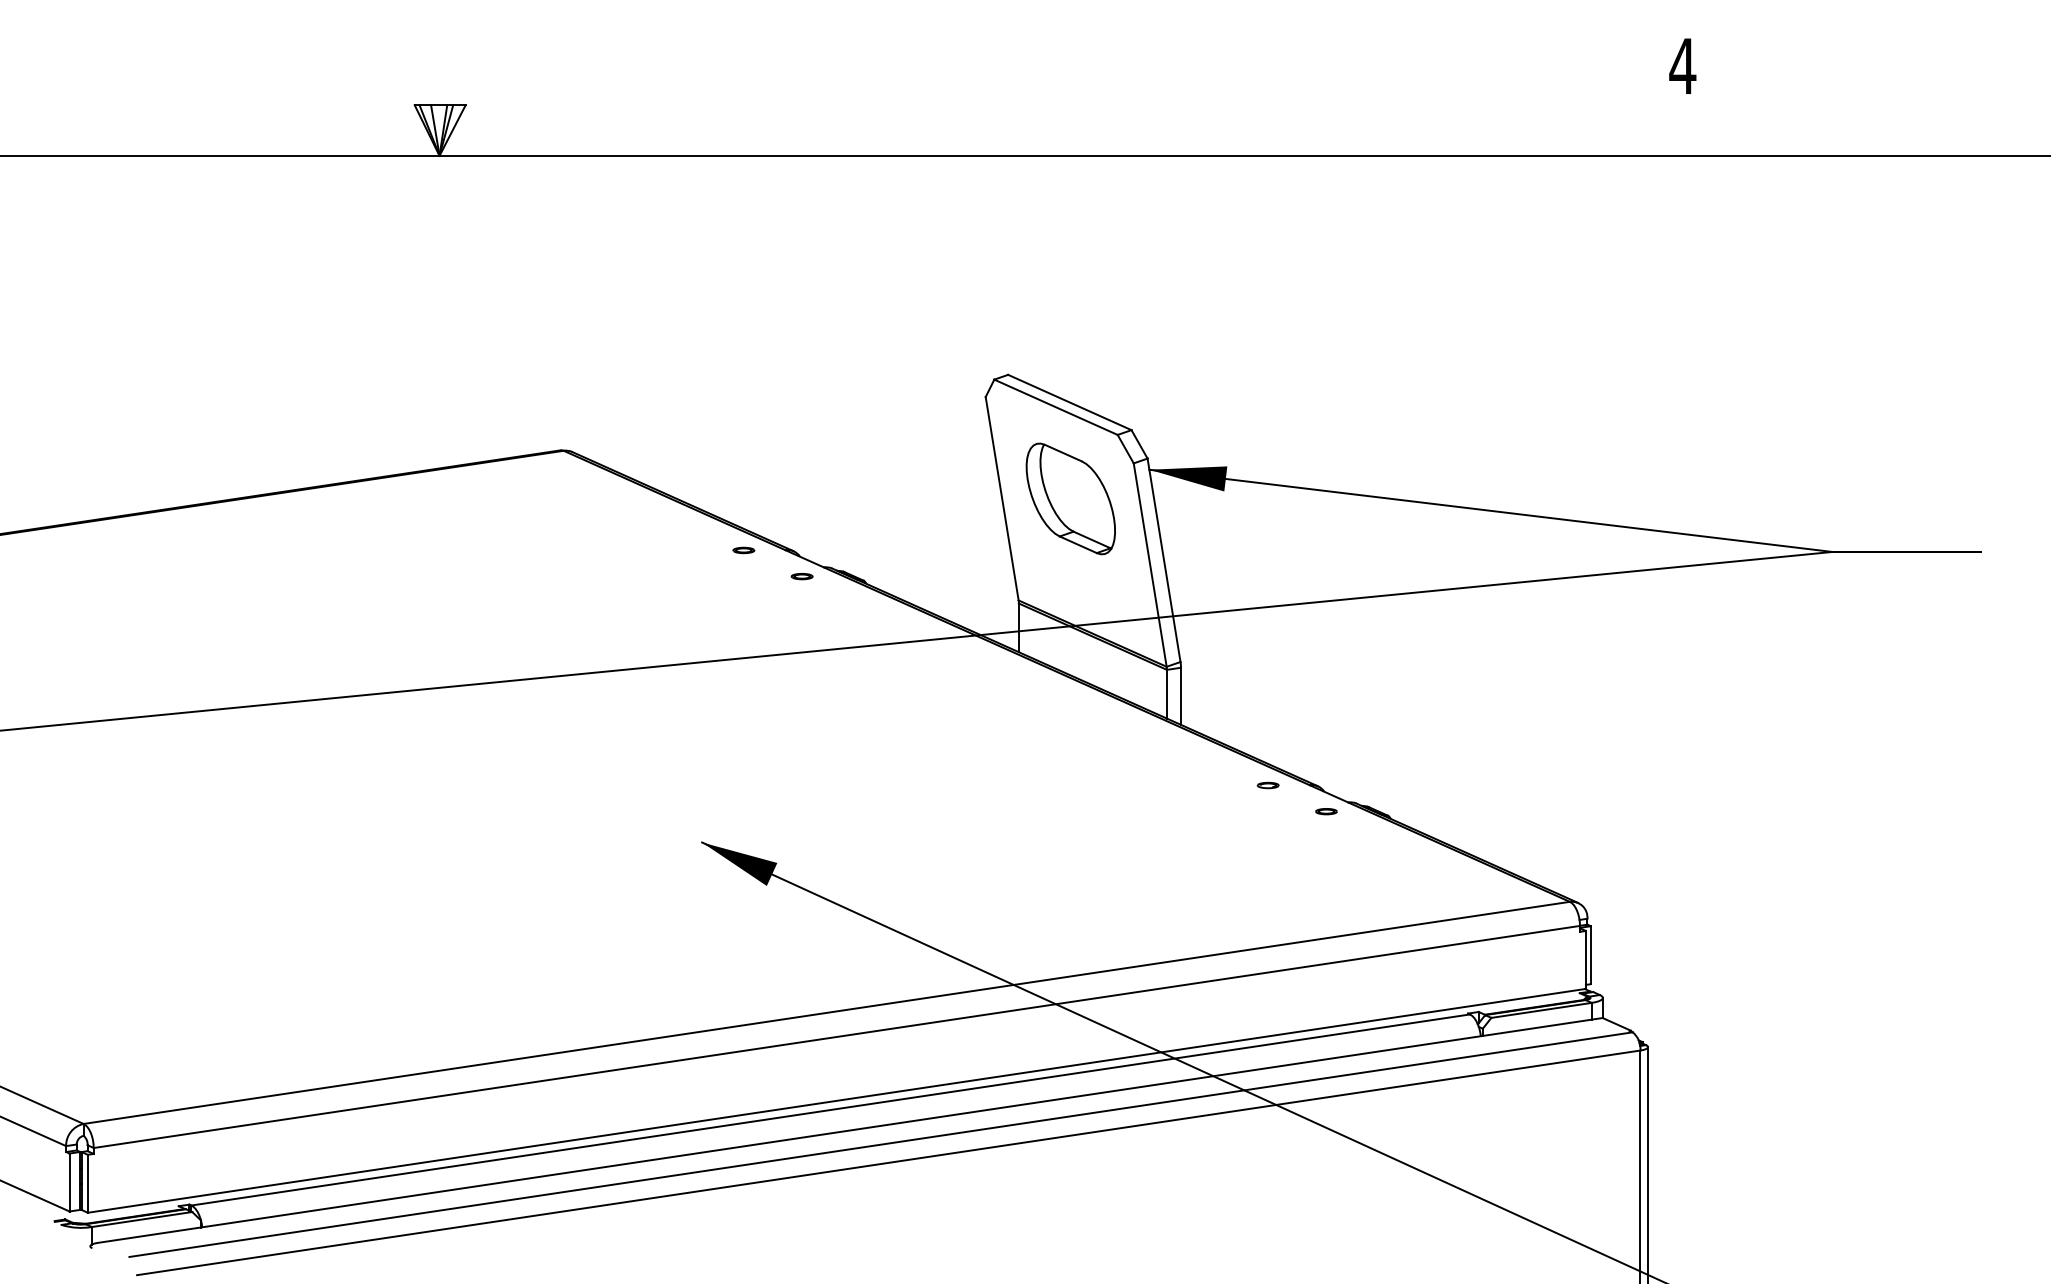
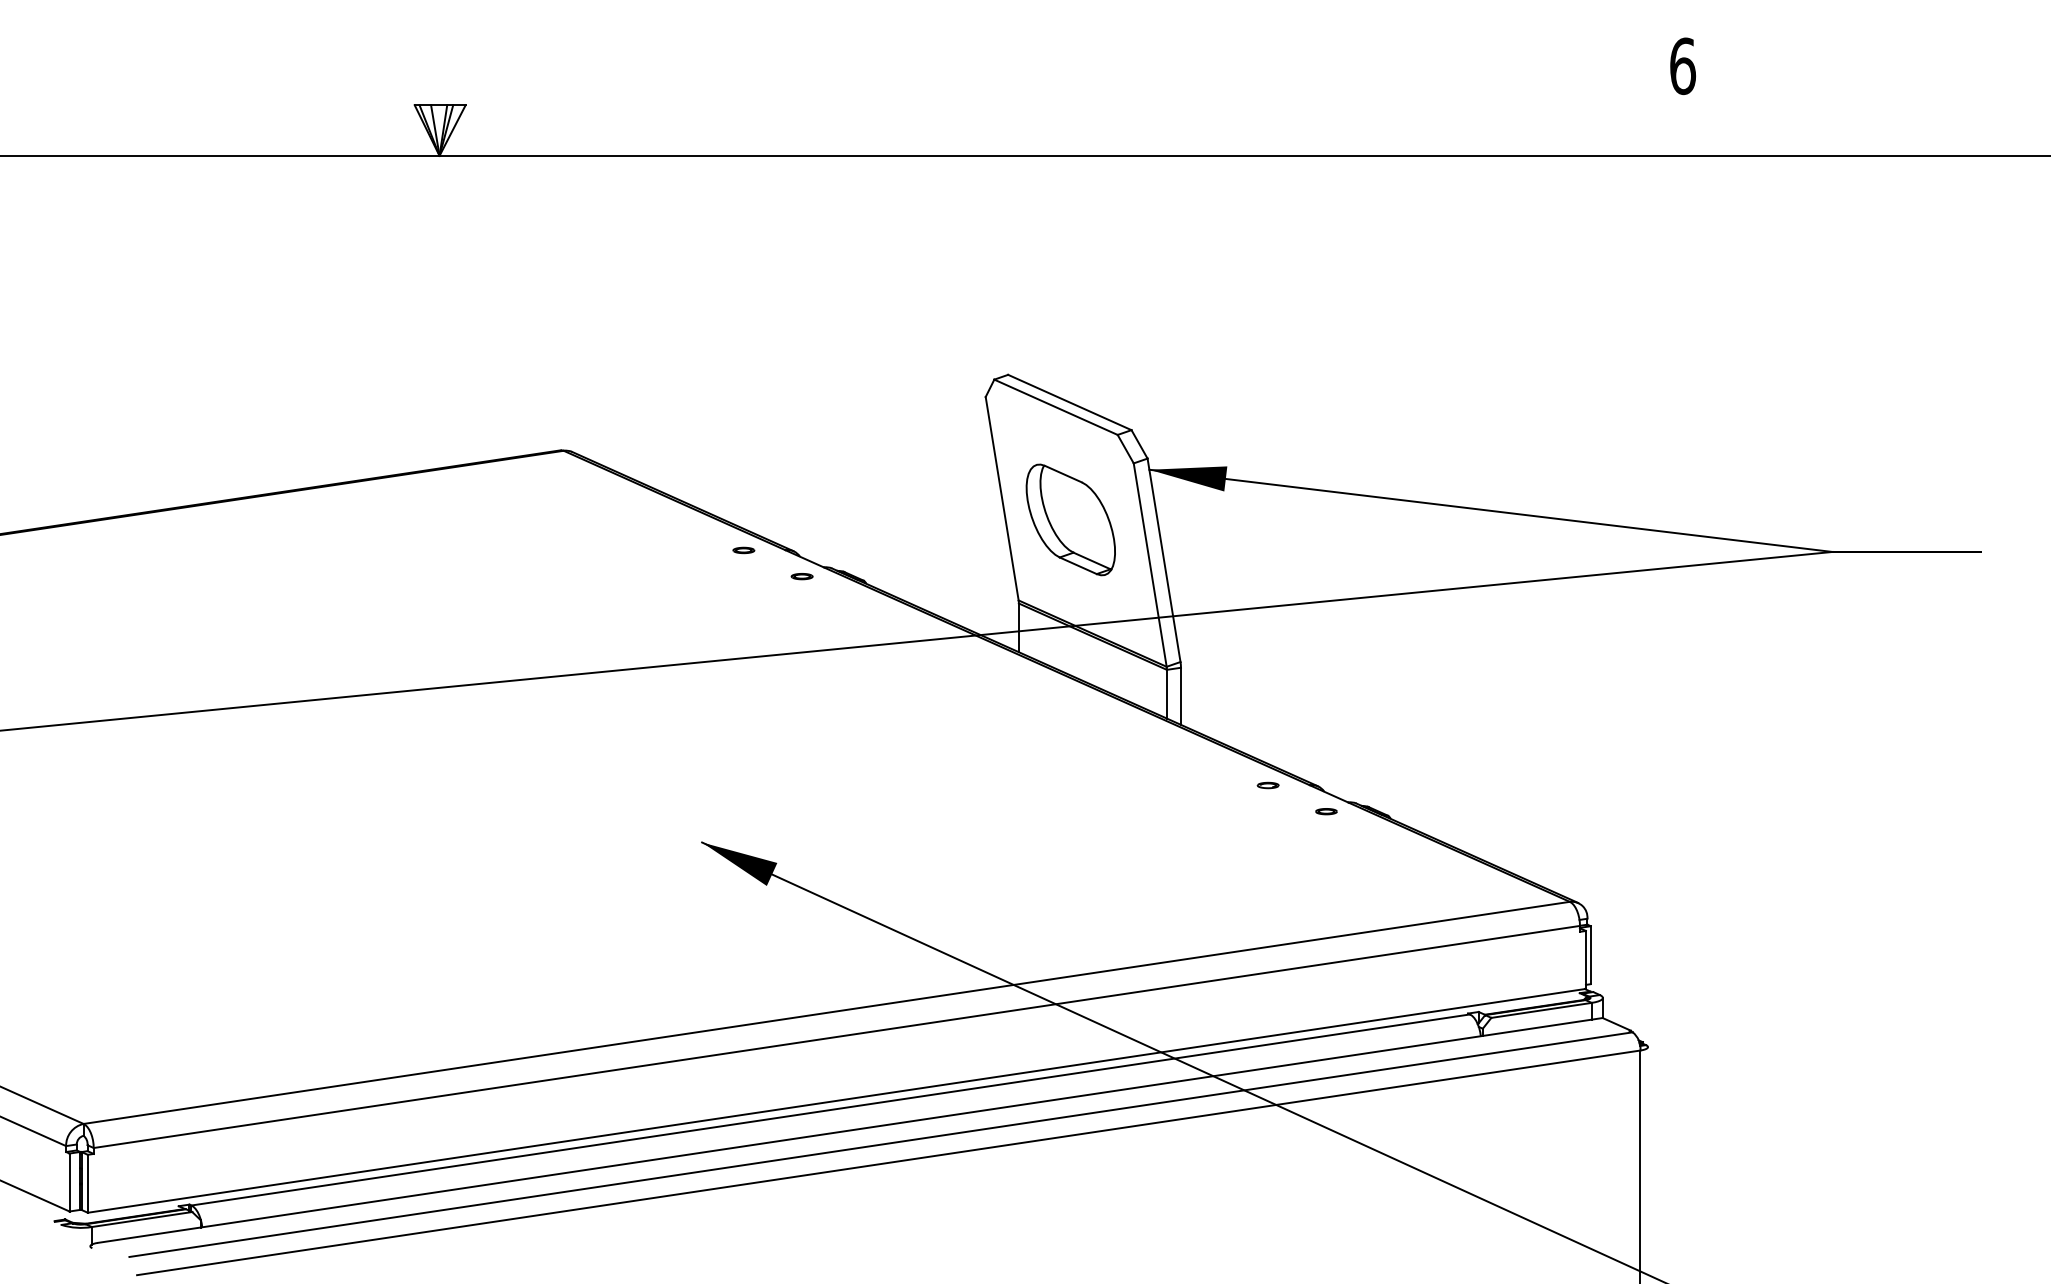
text at (1682, 66): 4 -> 6
part at (1070, 498) position: (1070, 498) -> (1070, 519)
line at (1648, 1163): present -> none
